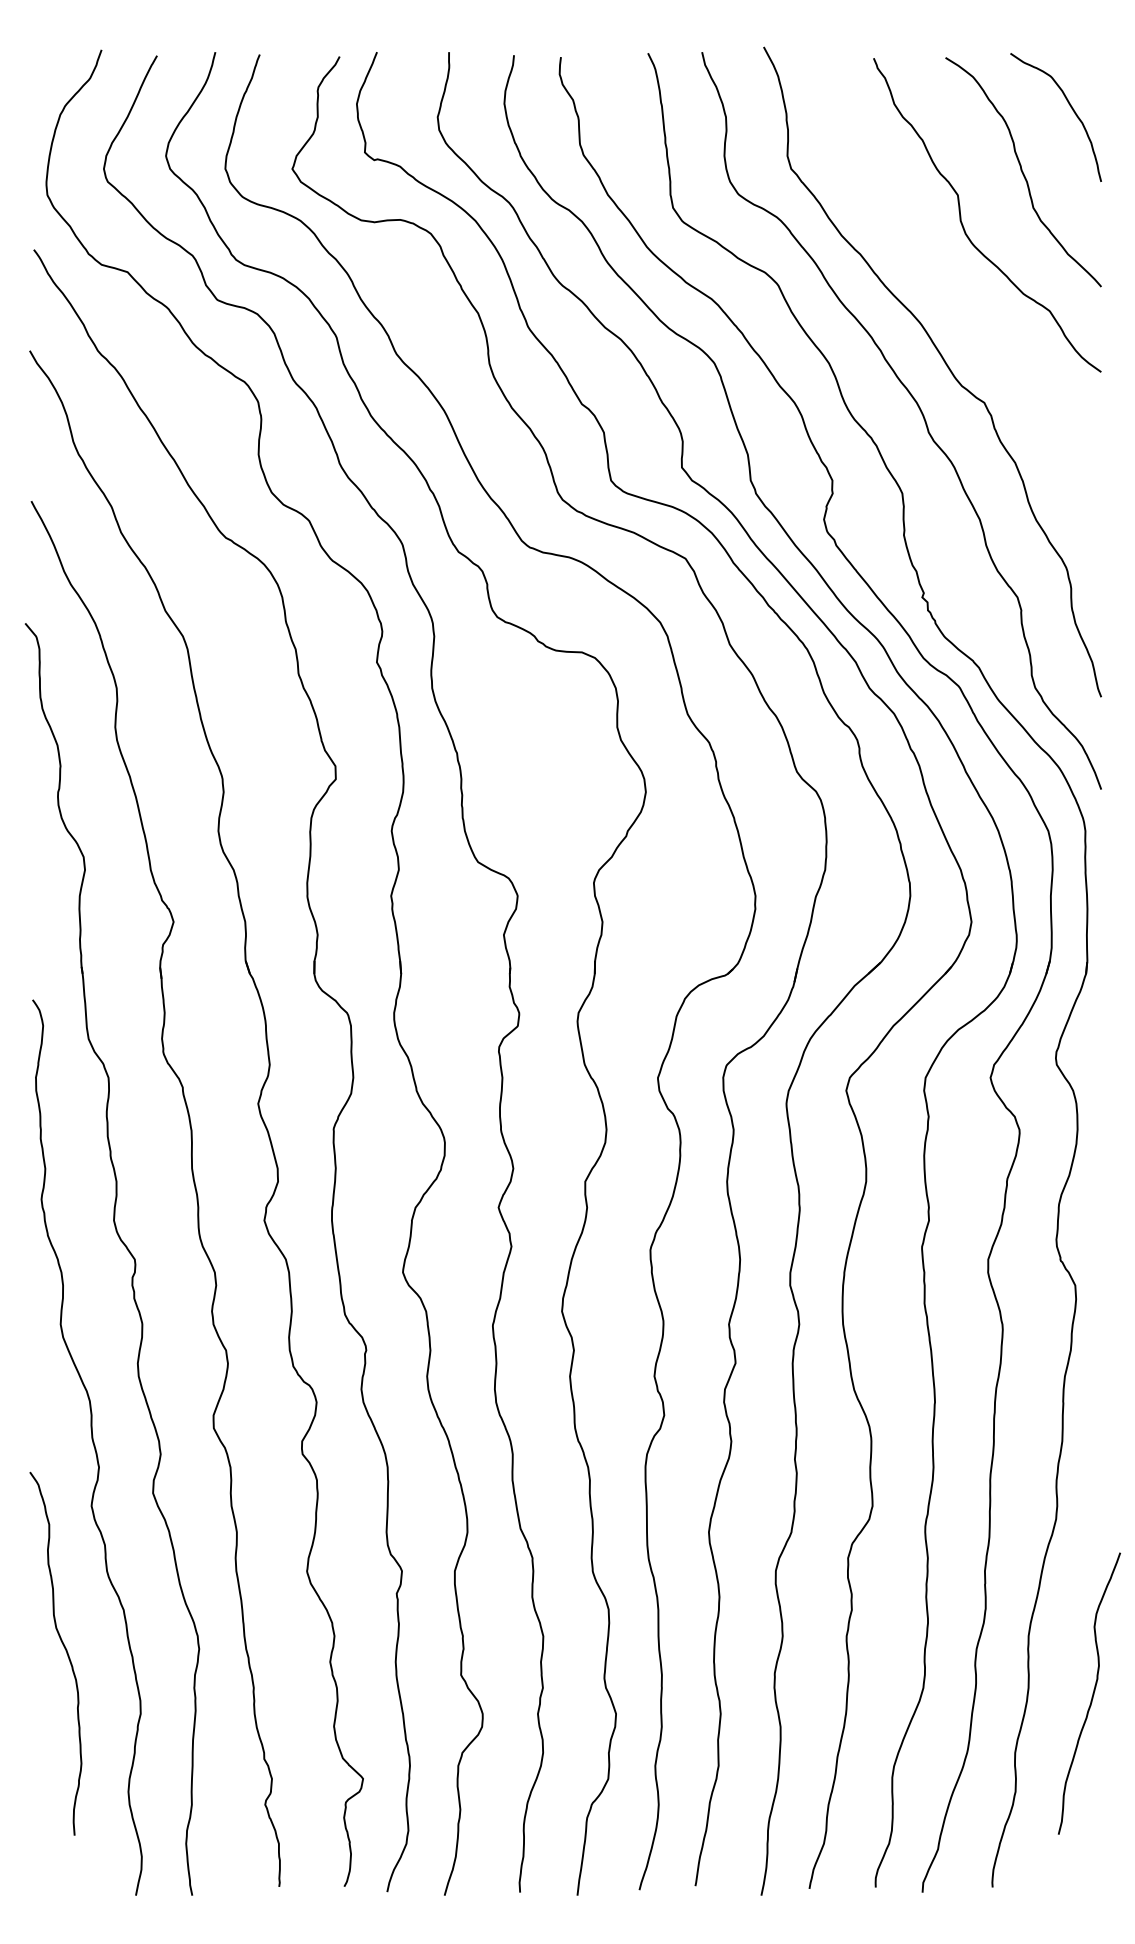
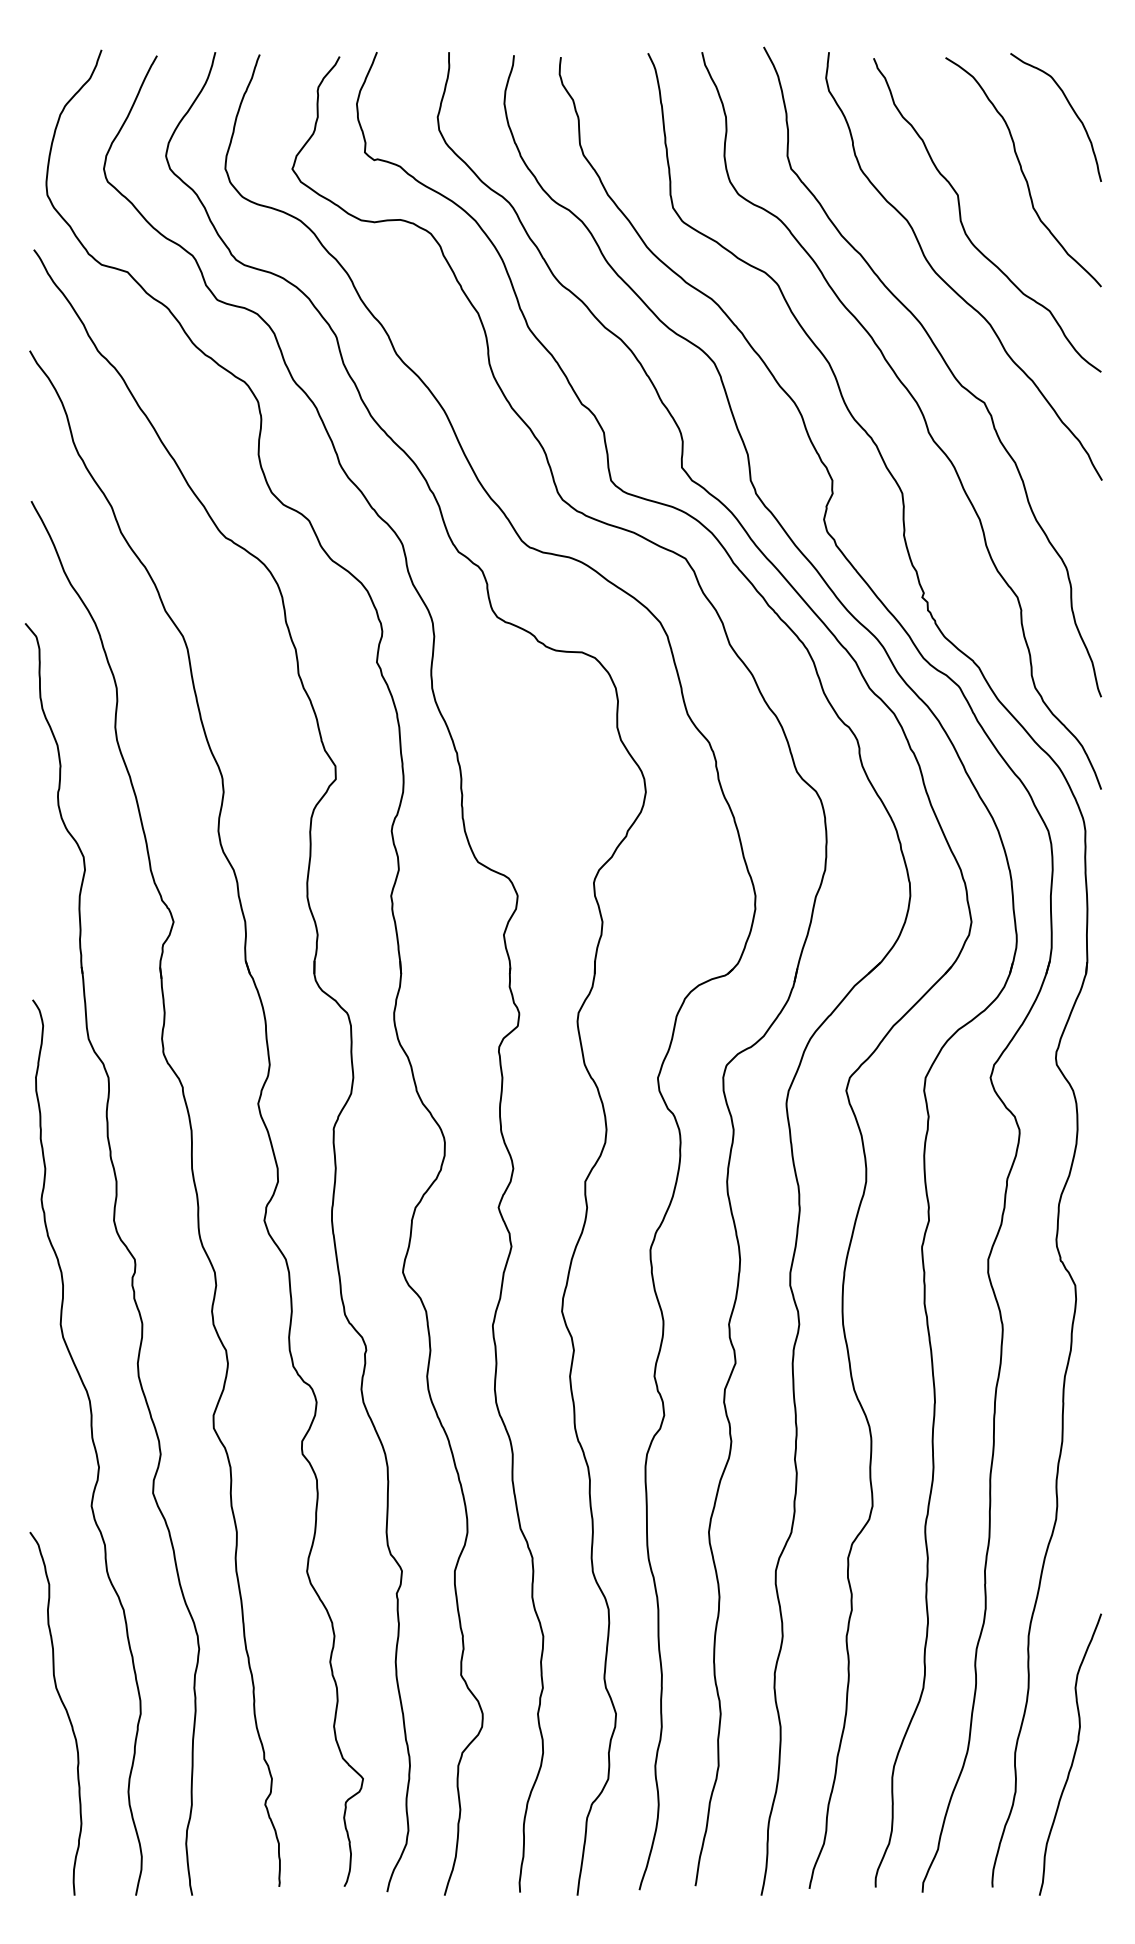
curve at (951, 286): none -> present
curve at (65, 1651) position: (65, 1651) -> (65, 1711)
curve at (1092, 1693) position: (1092, 1693) -> (1073, 1754)
